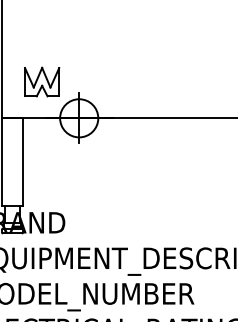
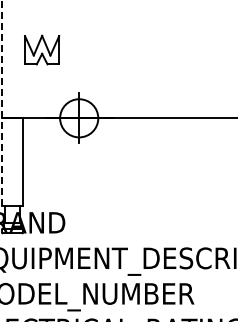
part at (42, 81) position: (42, 81) -> (42, 49)
line at (1, 102): solid -> dashed
